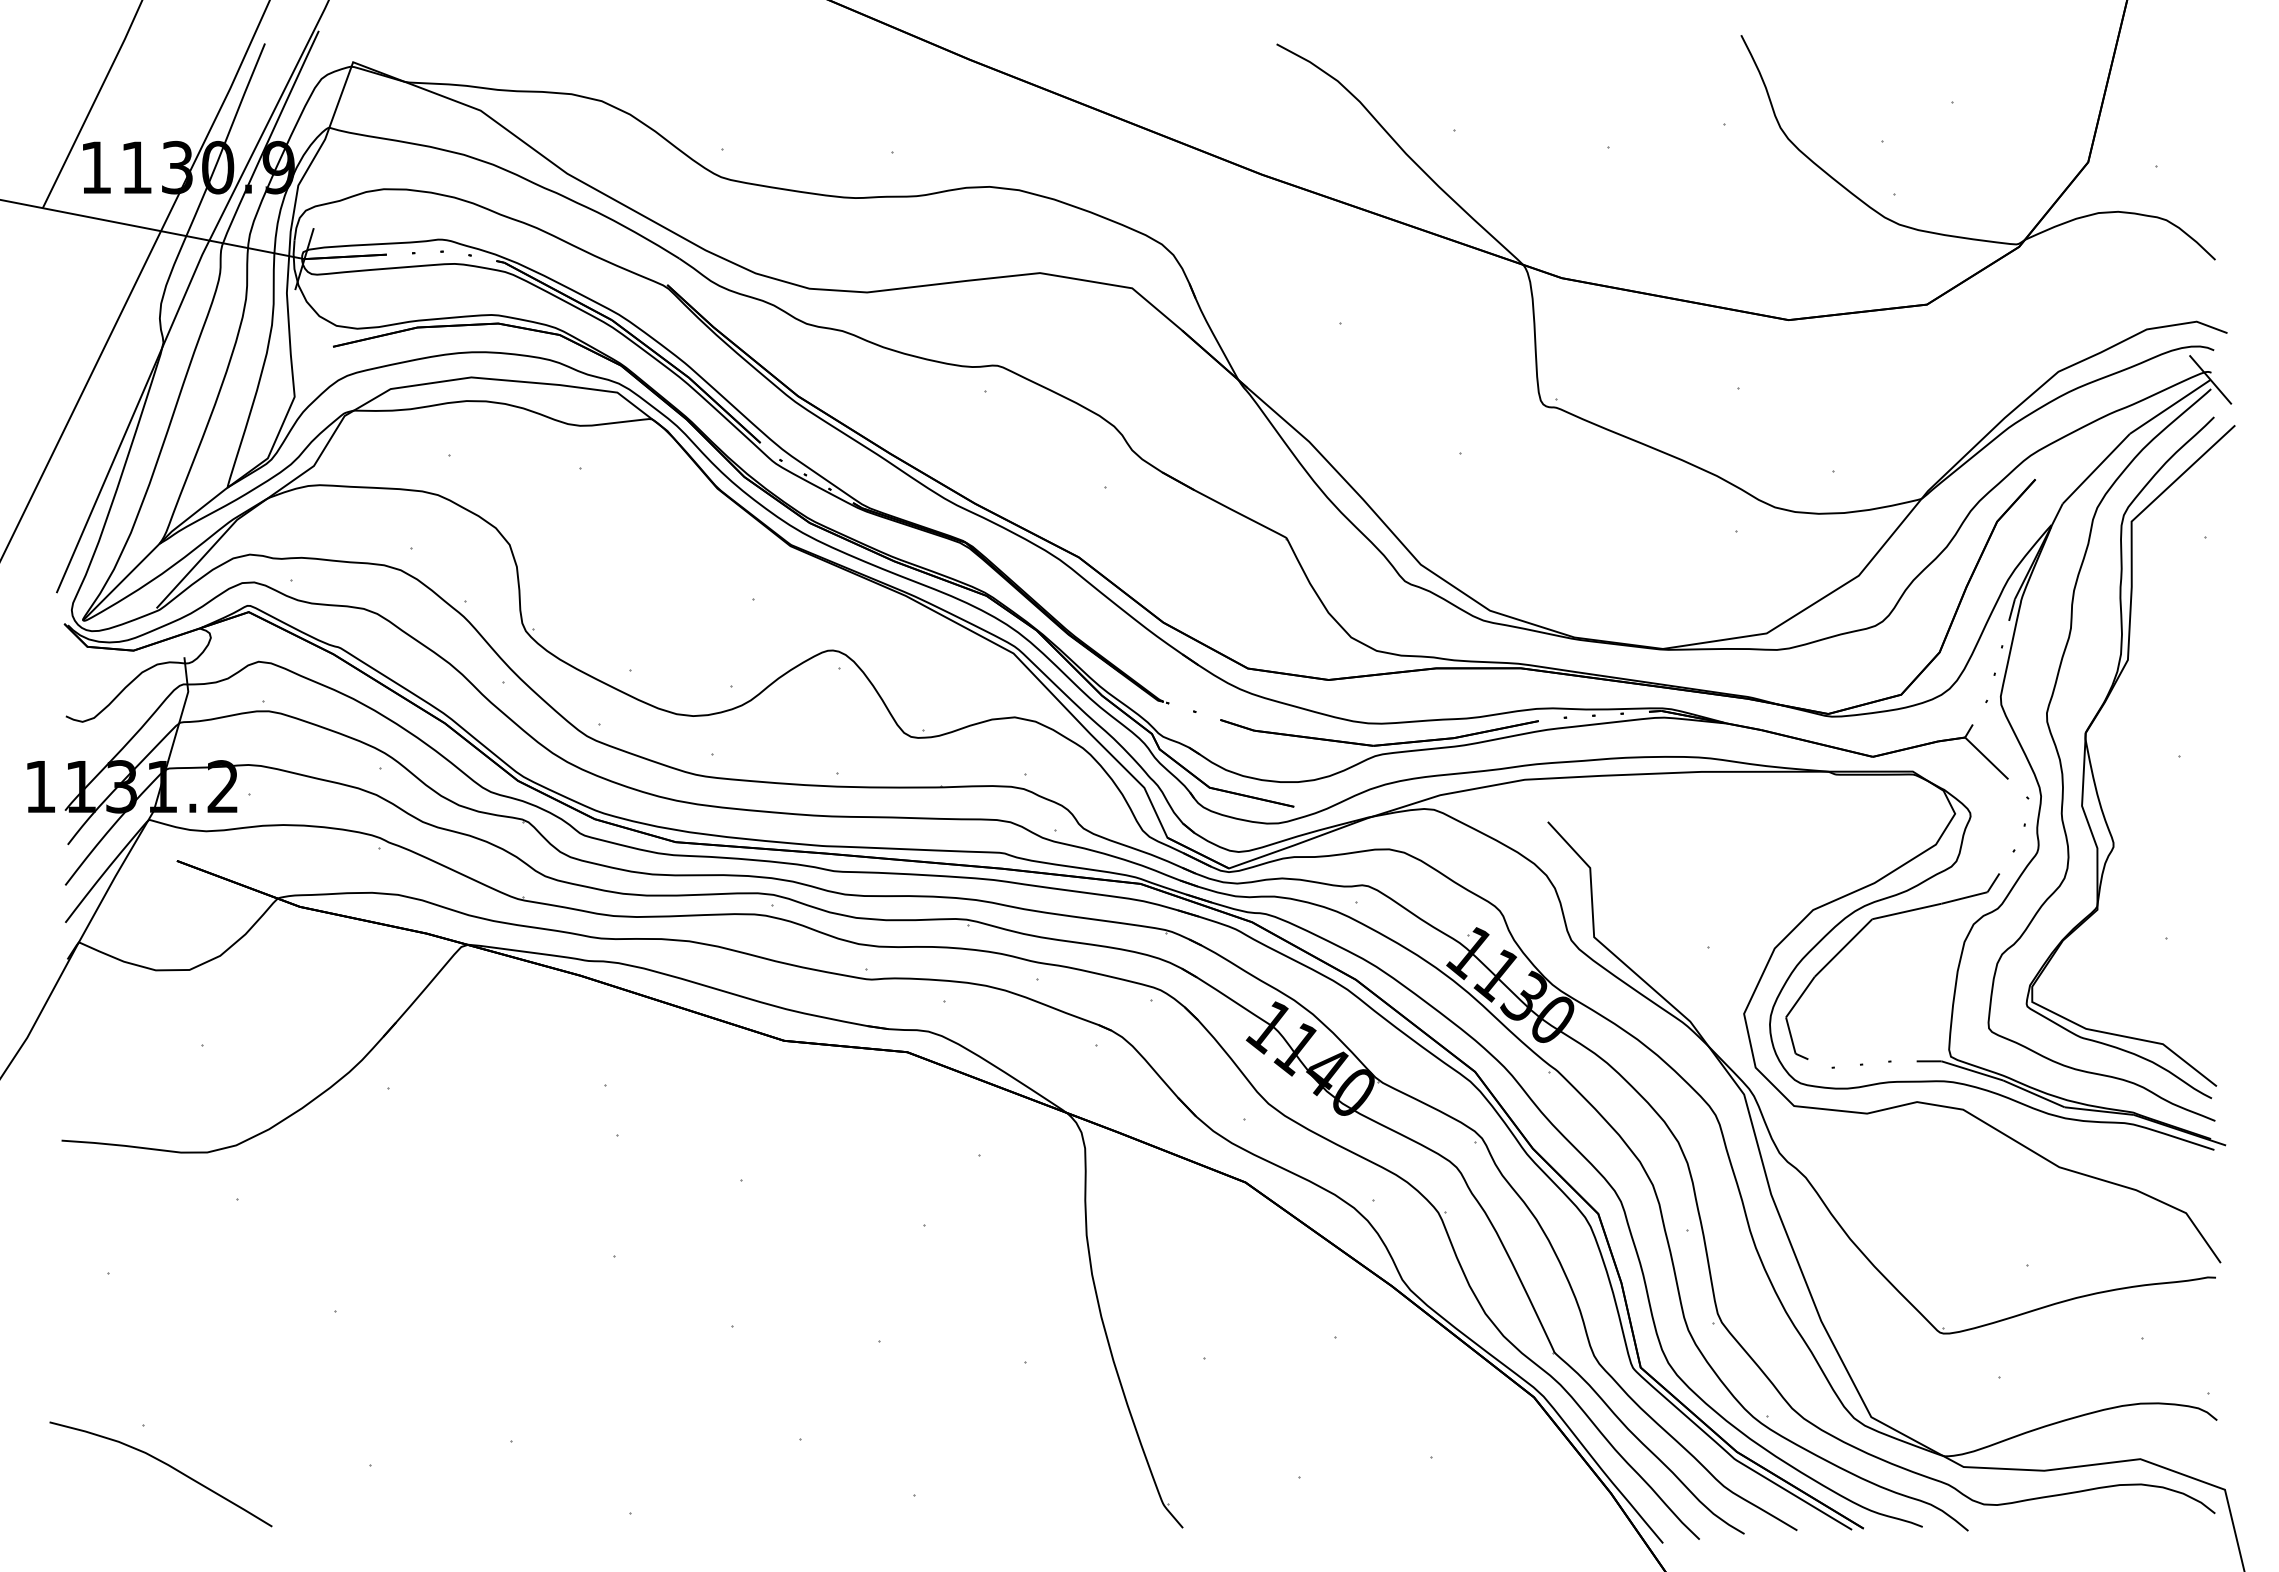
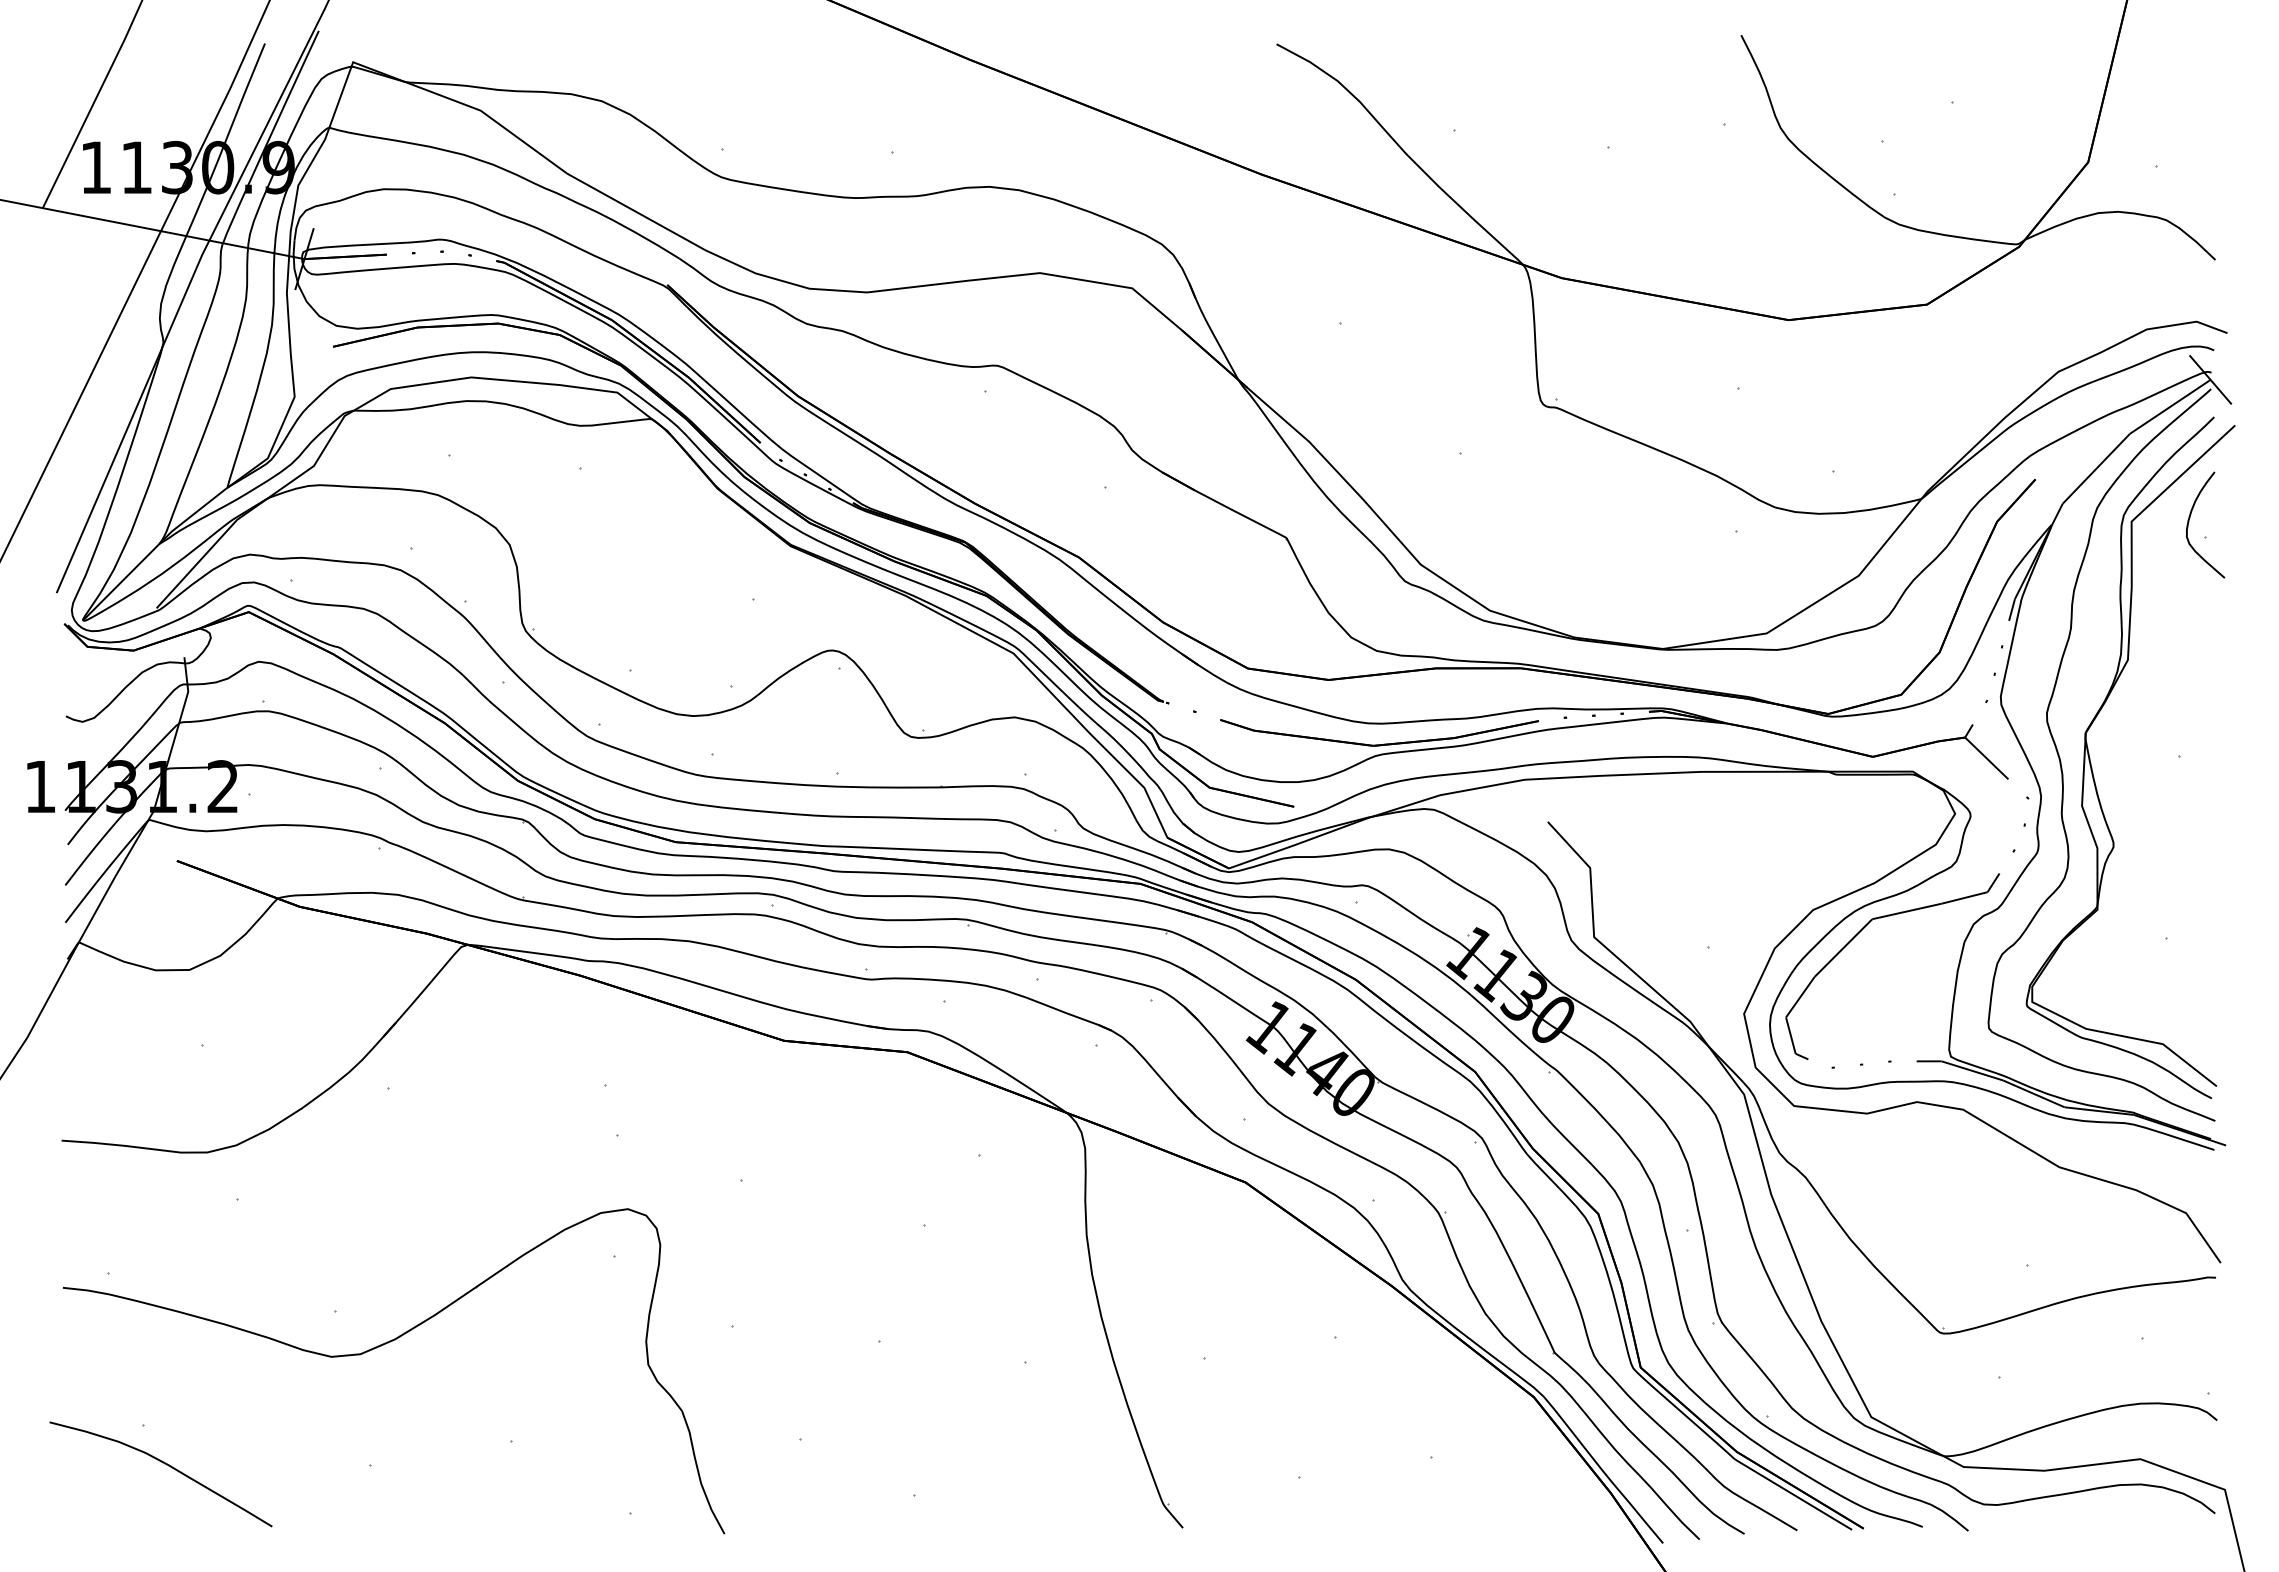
curve at (2189, 522): none -> present
part at (381, 1346): none -> present
